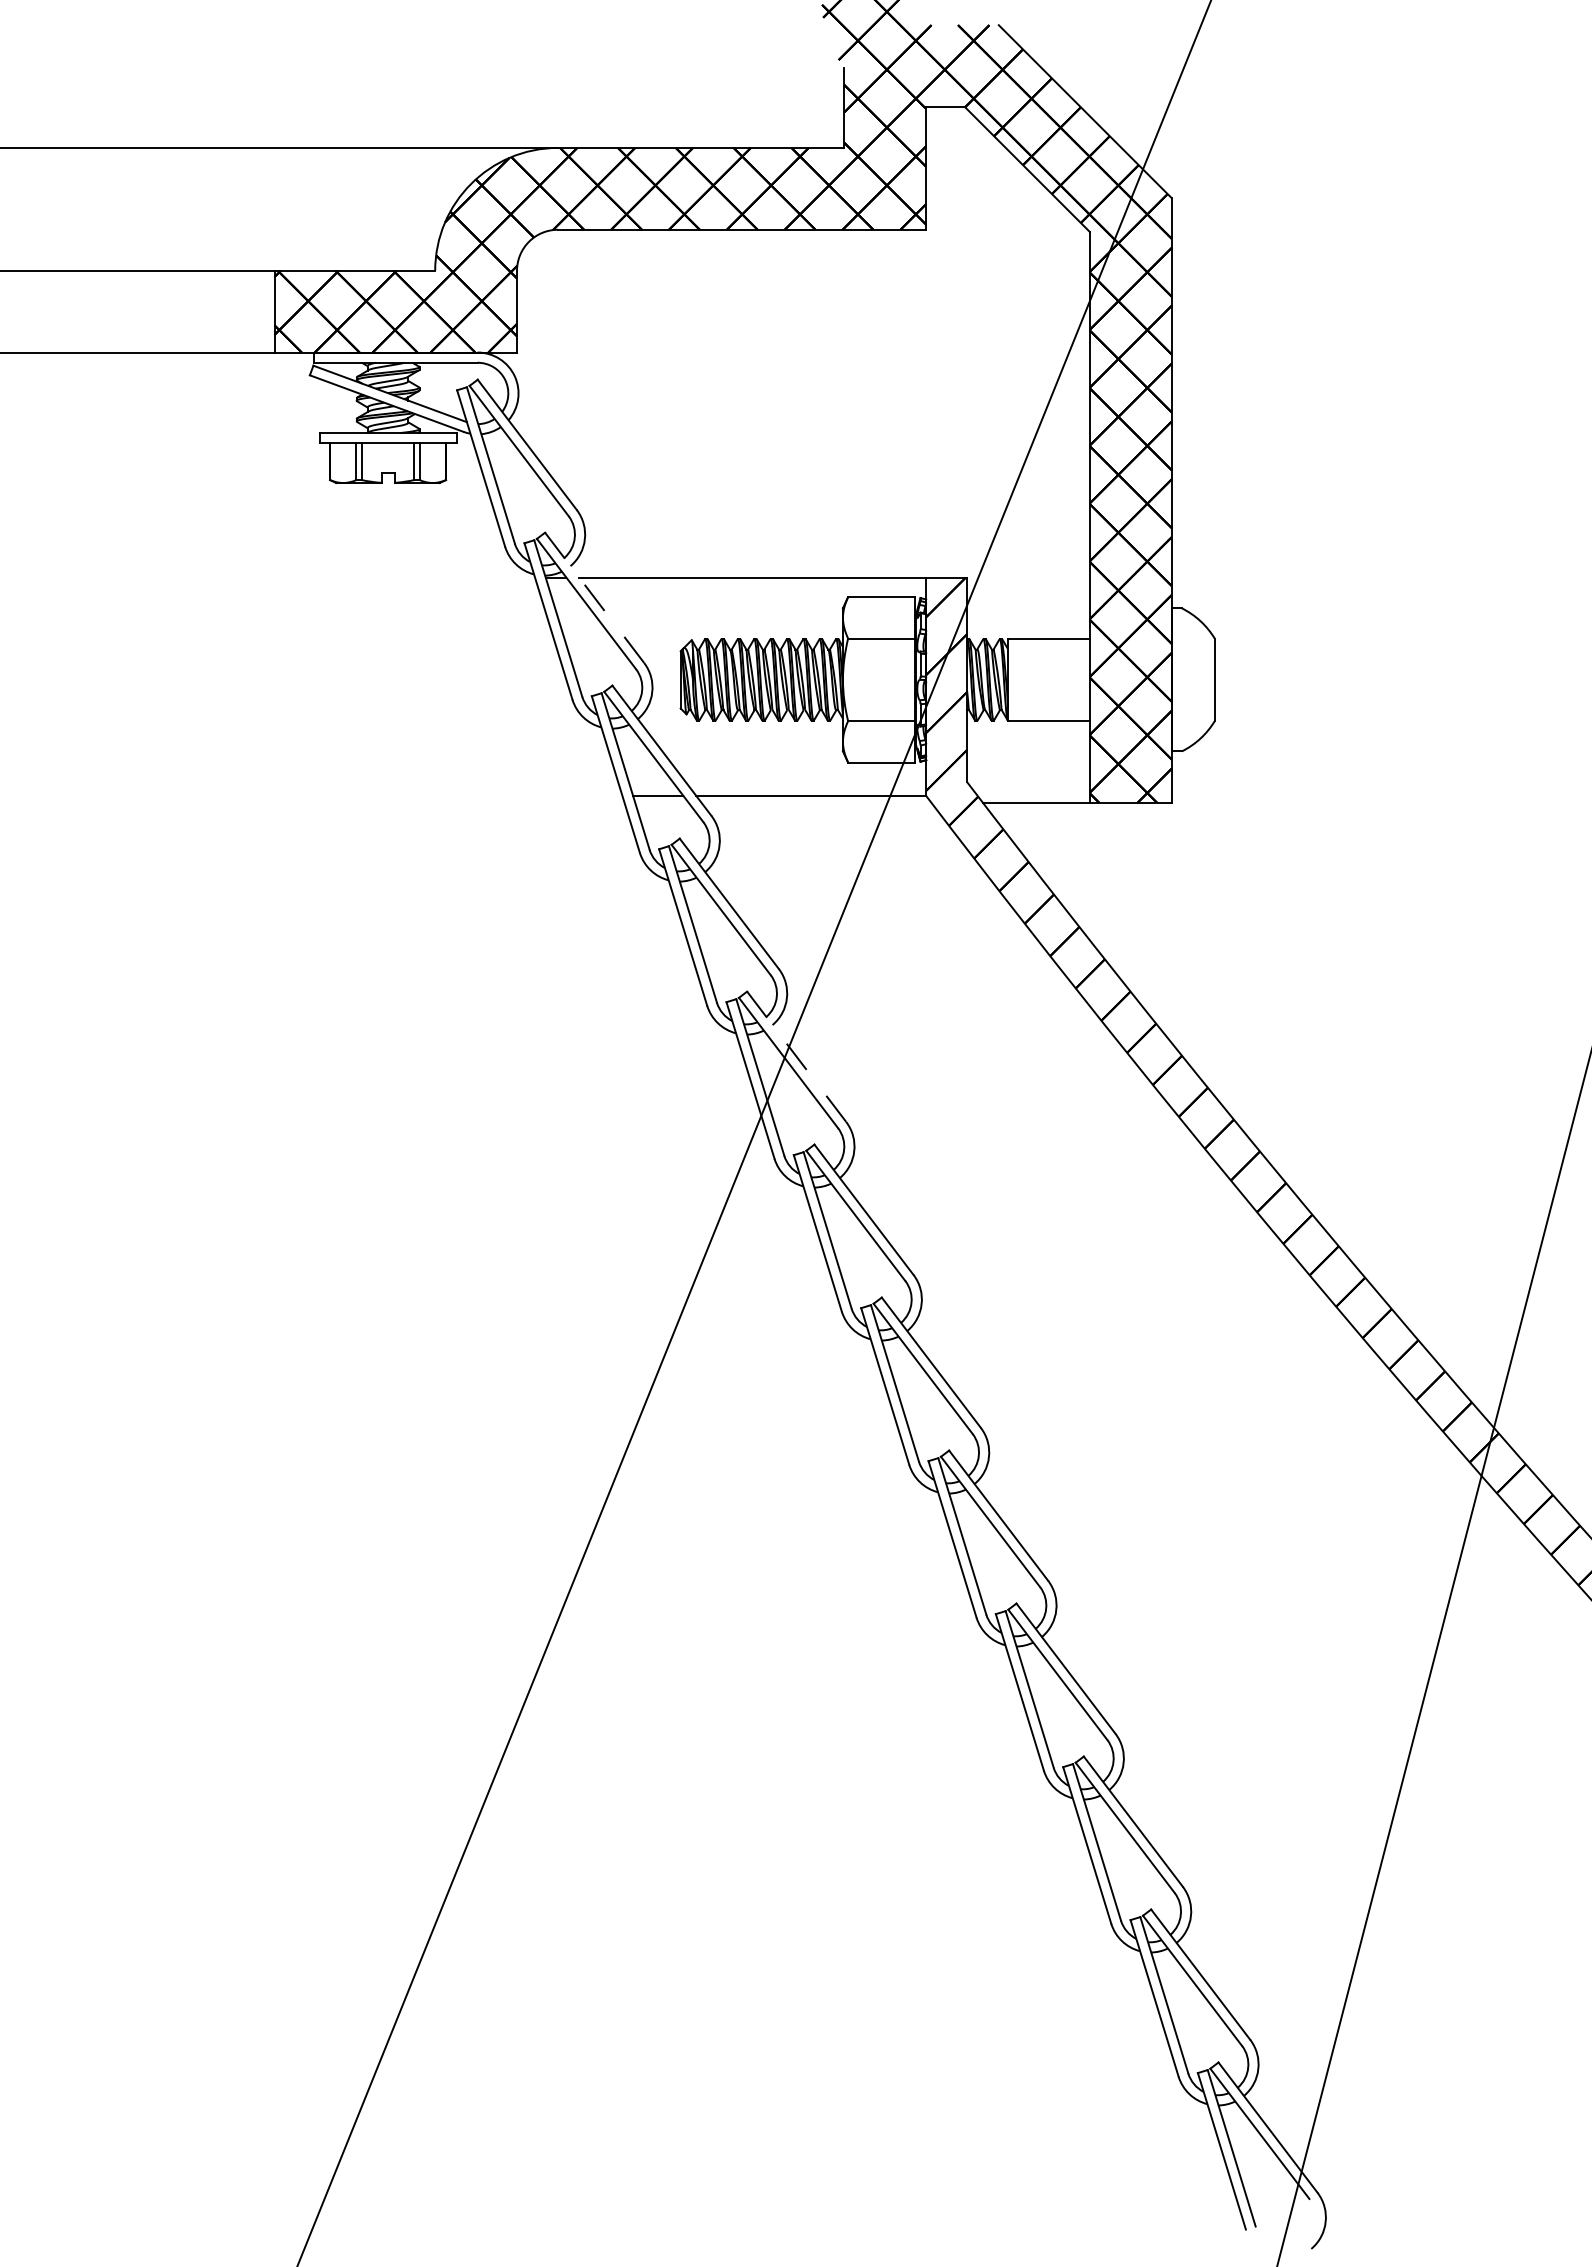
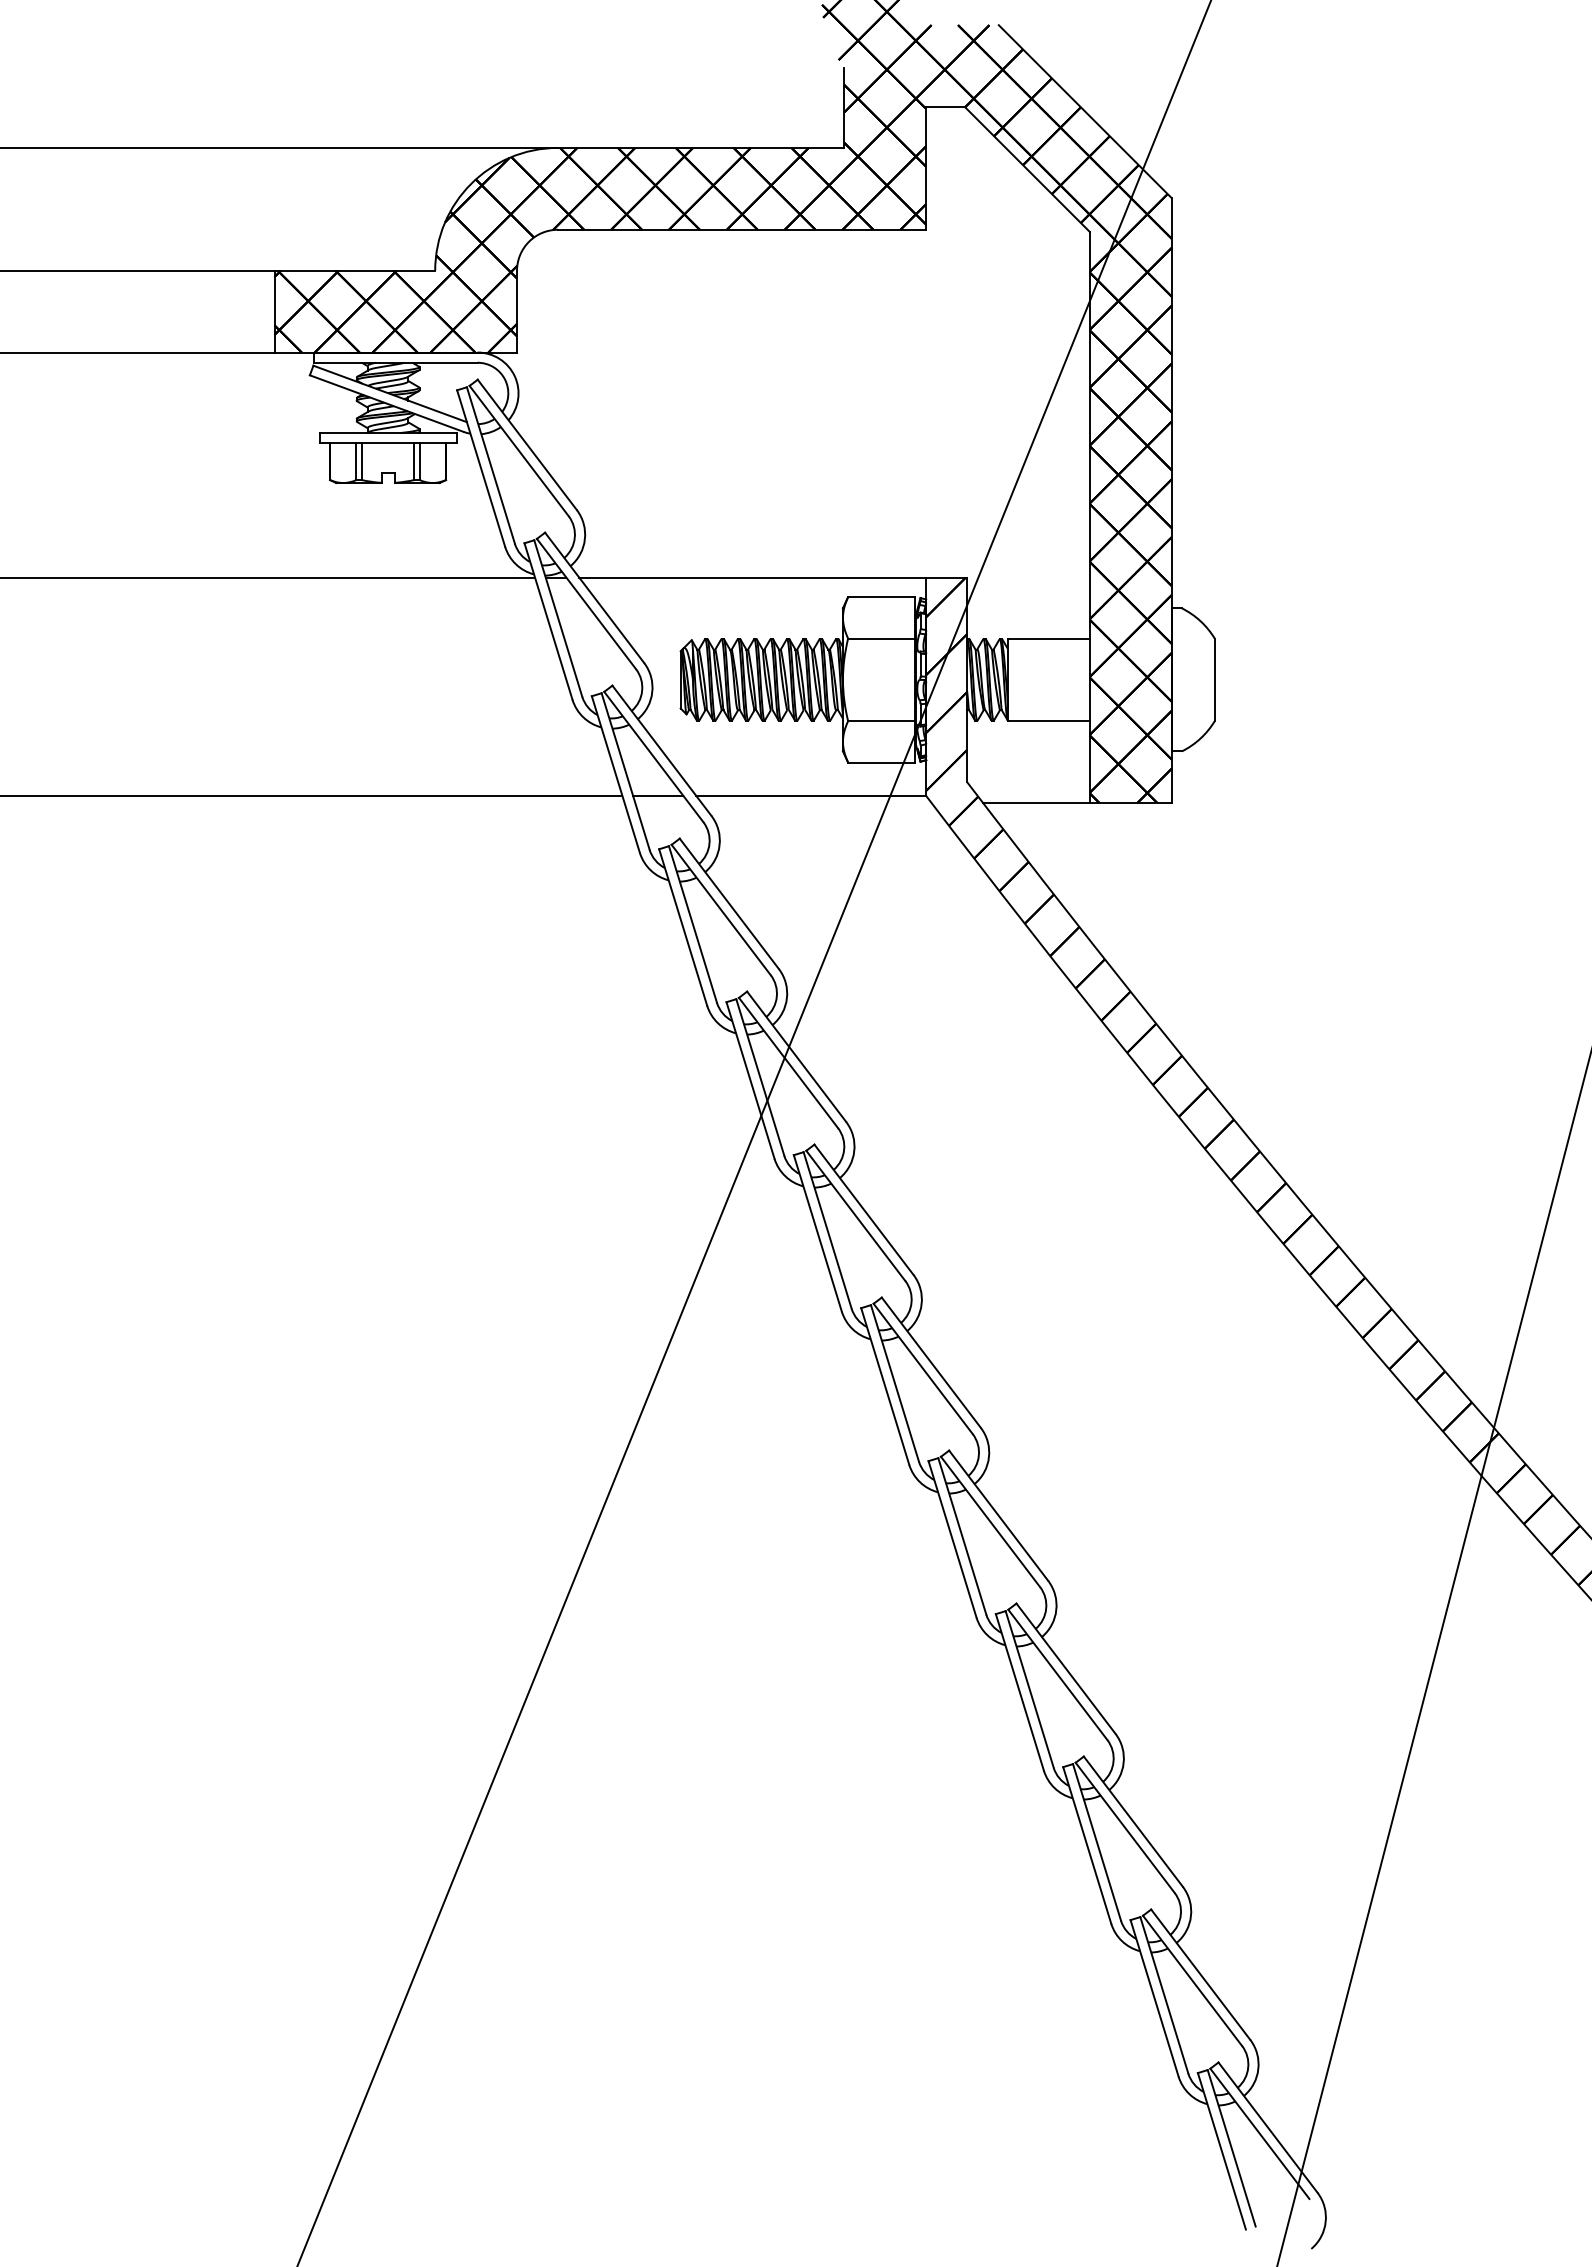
line at (268, 577): none -> present
line at (594, 597): dashed -> solid
line at (312, 795): none -> present
line at (796, 1056): dashed -> solid
